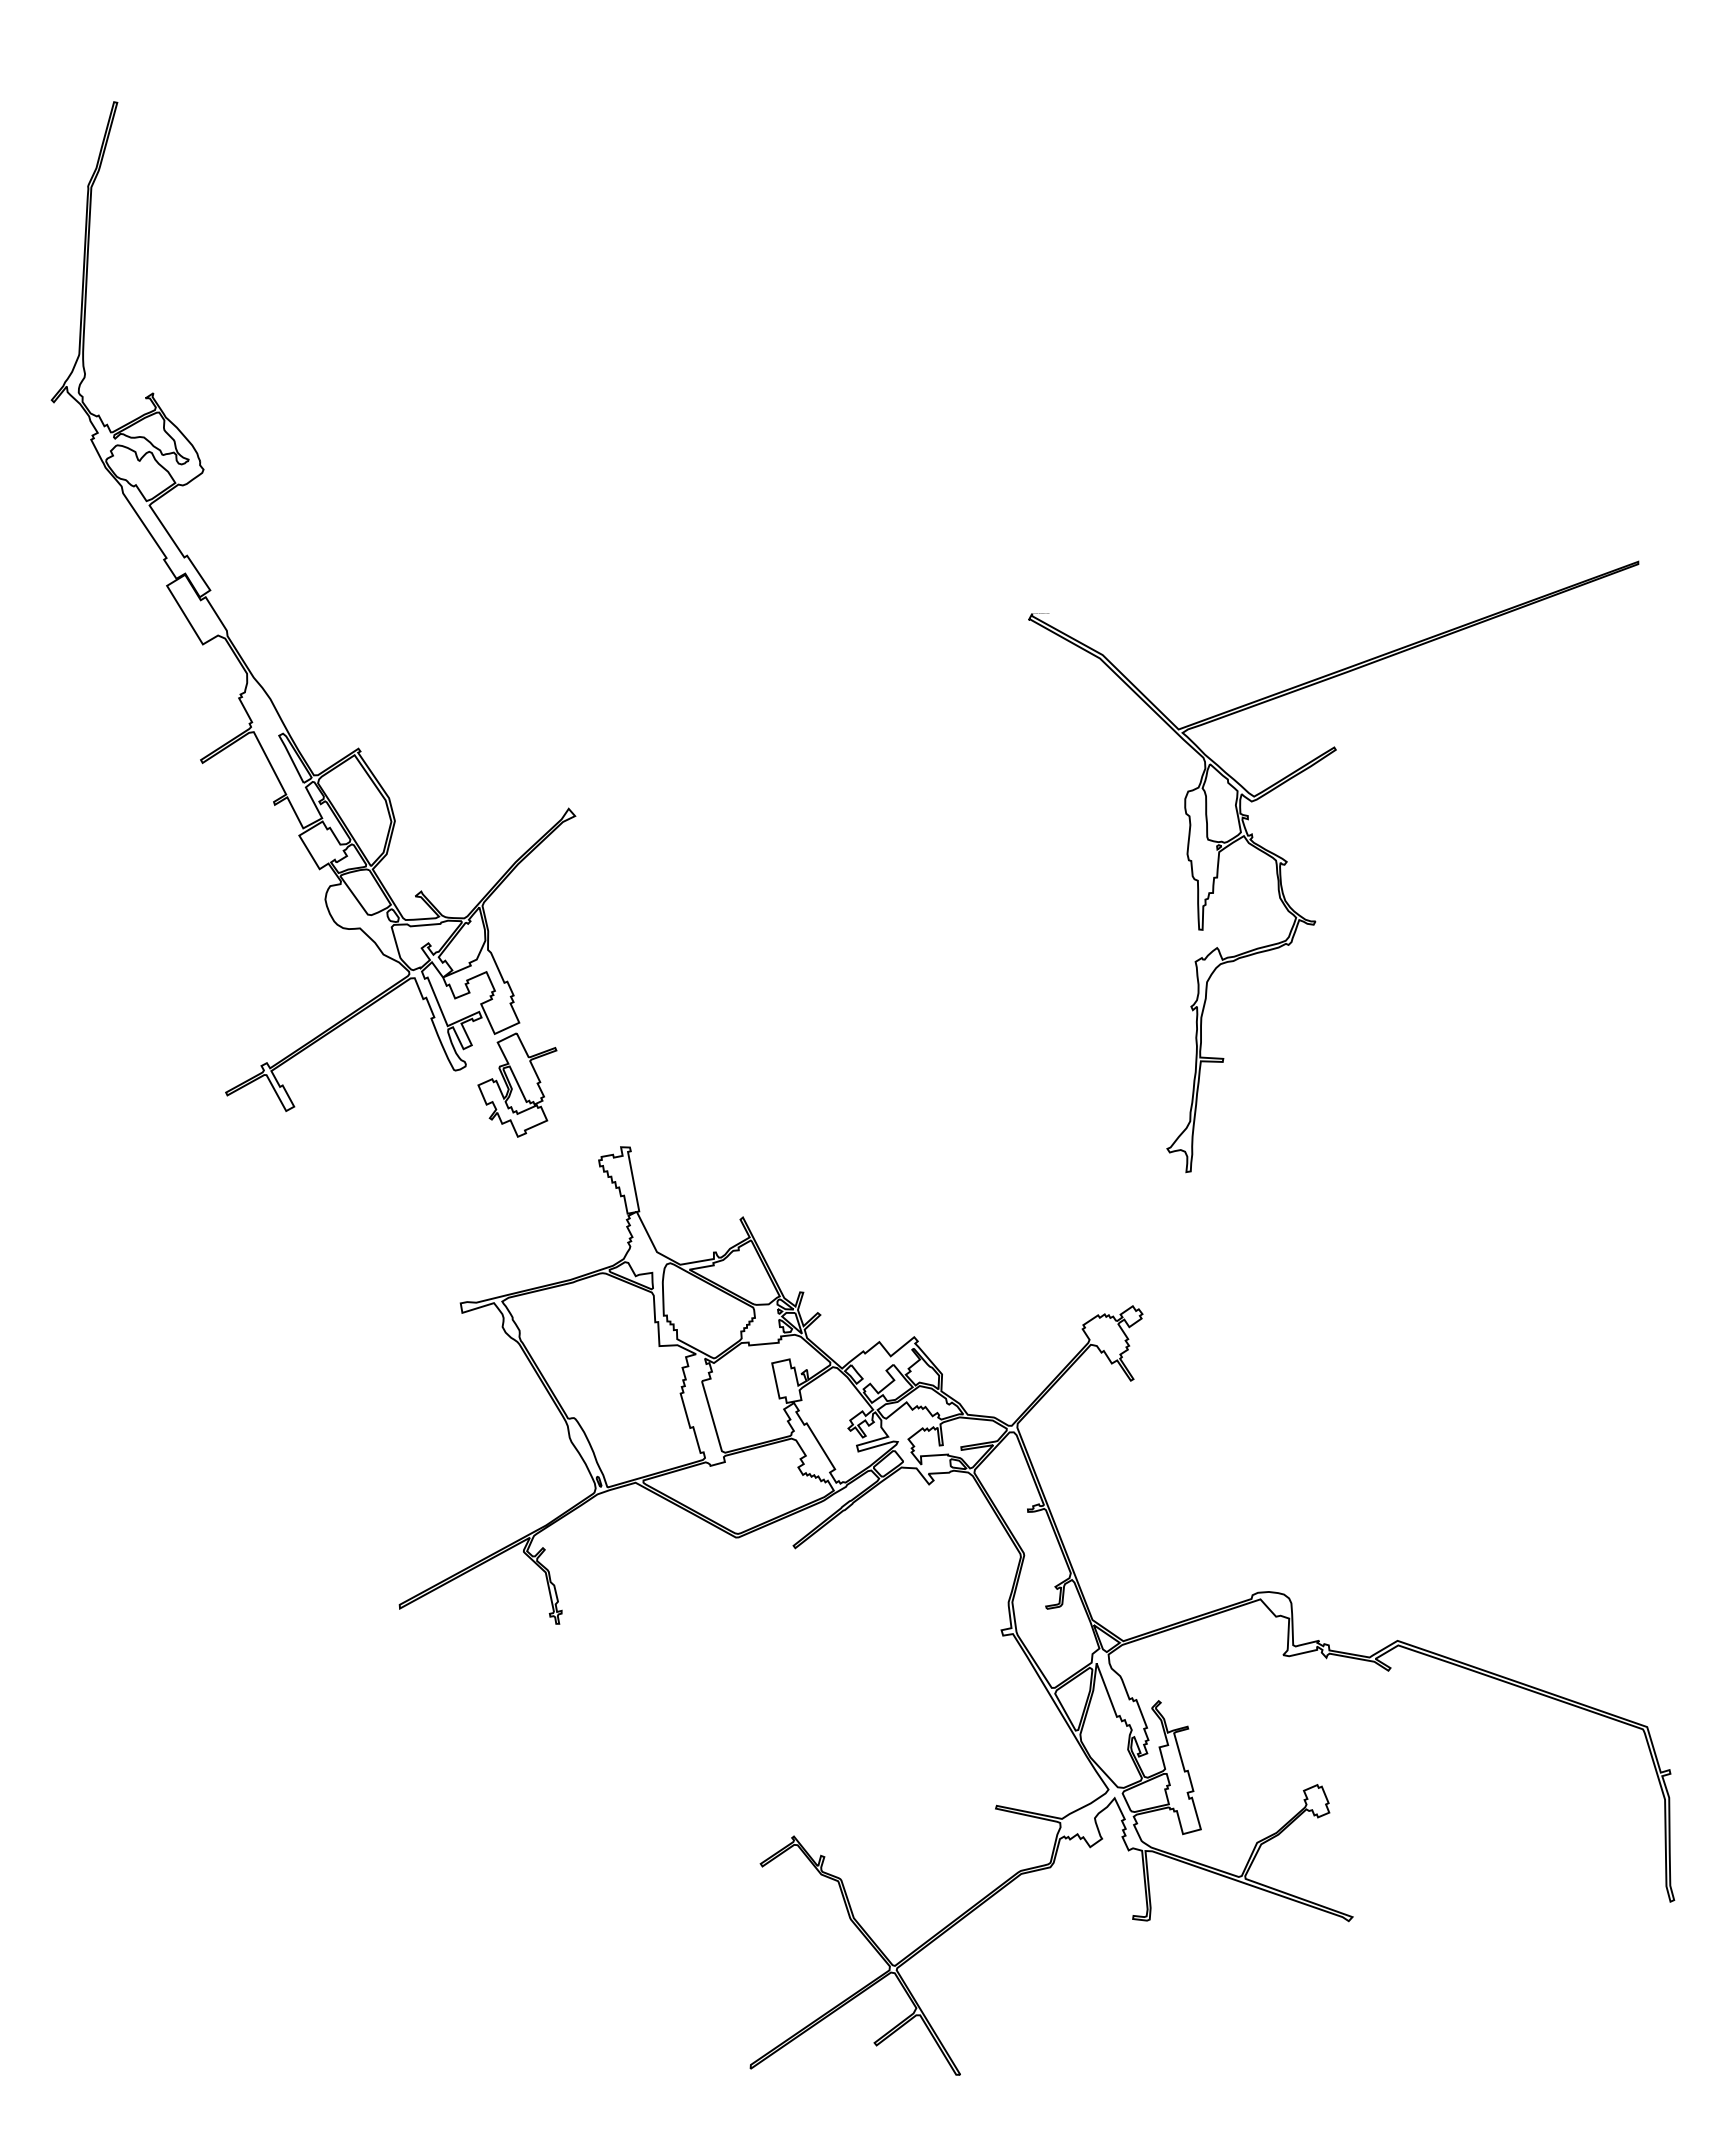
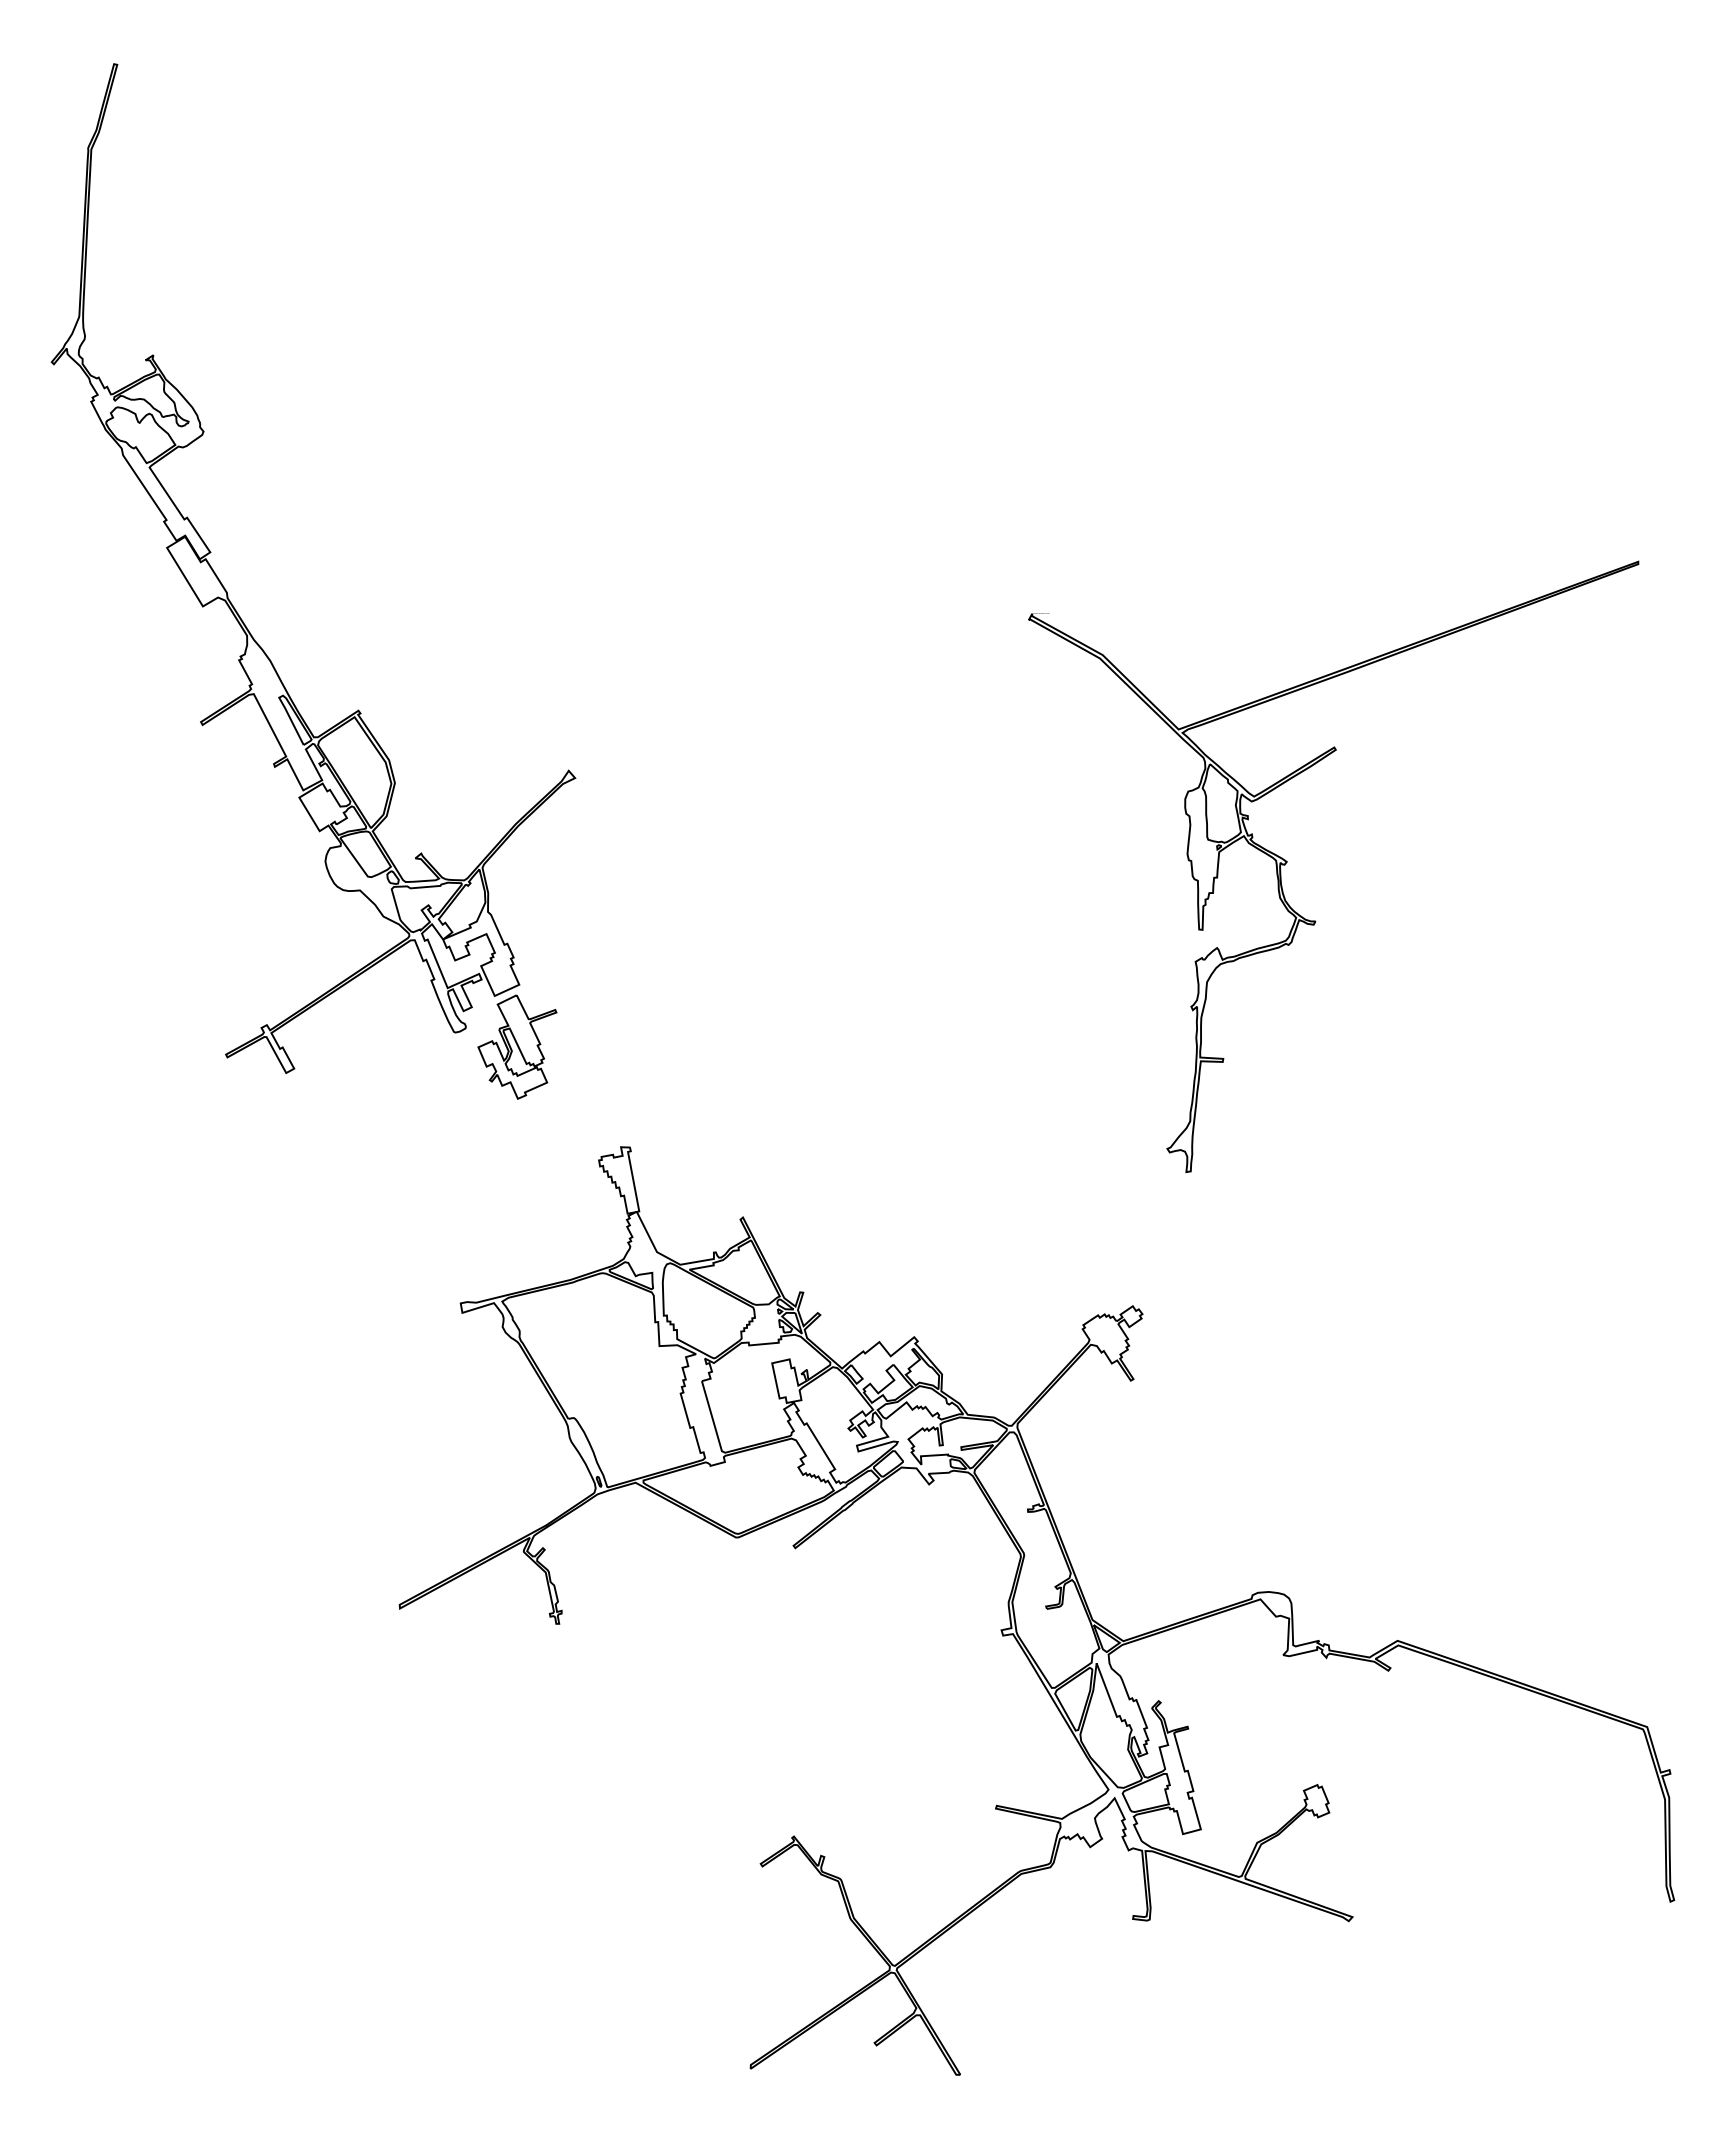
part at (244, 660) position: (244, 660) -> (244, 622)
